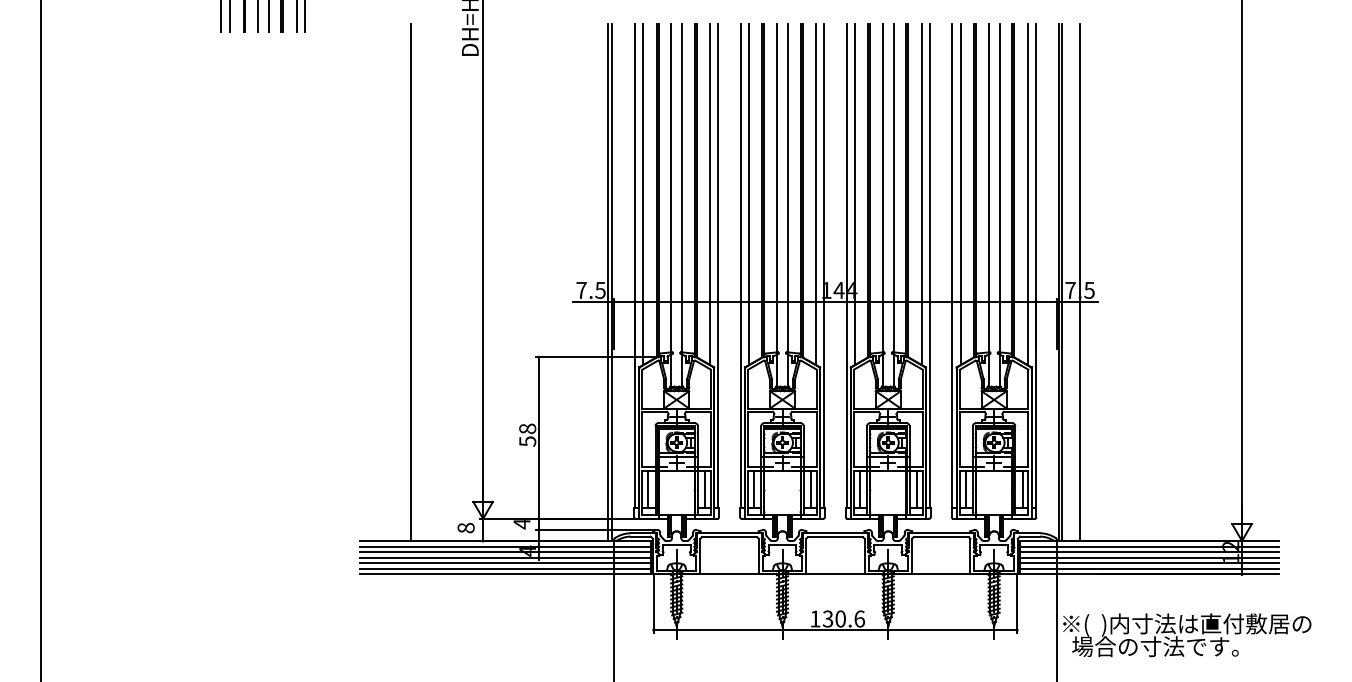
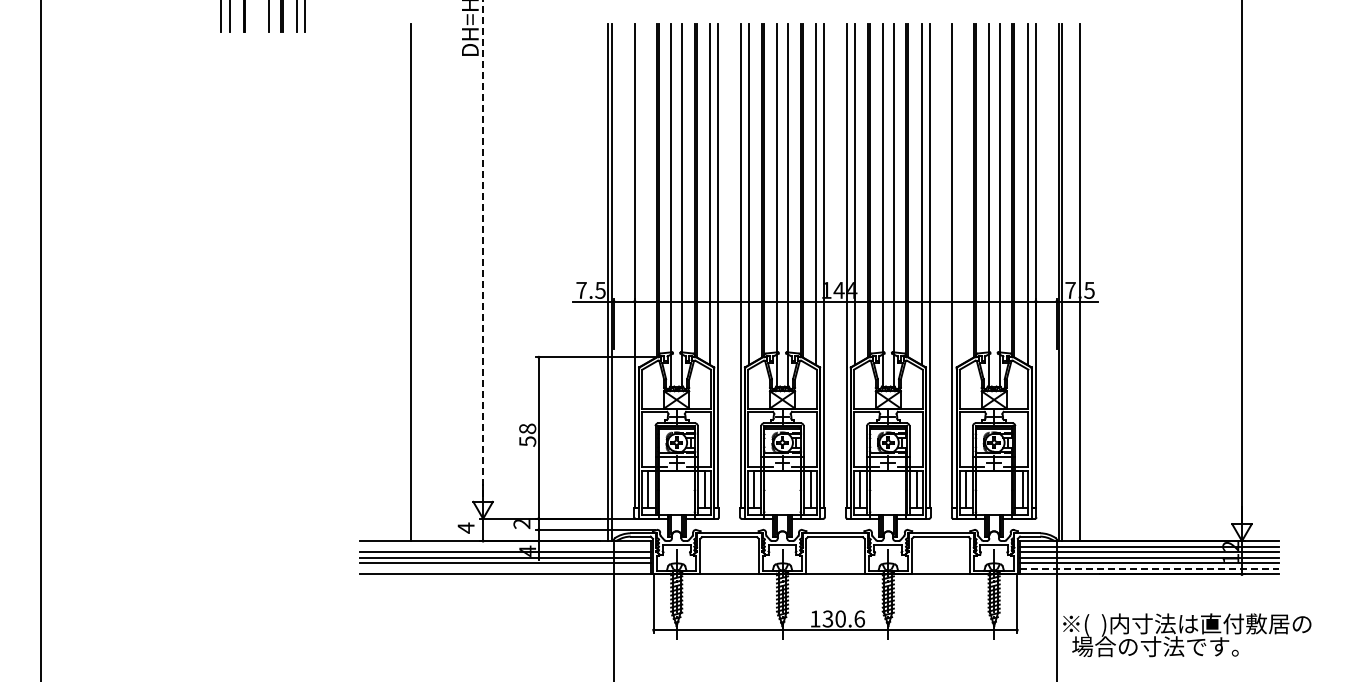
line at (257, 16): present -> none
line at (643, 194): present -> none
line at (960, 194): present -> none
line at (483, 250): solid -> dashed
text at (521, 524): 4 -> 2
text at (465, 527): 8 -> 4
line at (505, 546): present -> none
line at (505, 568): present -> none
line at (1149, 568): solid -> dashed
